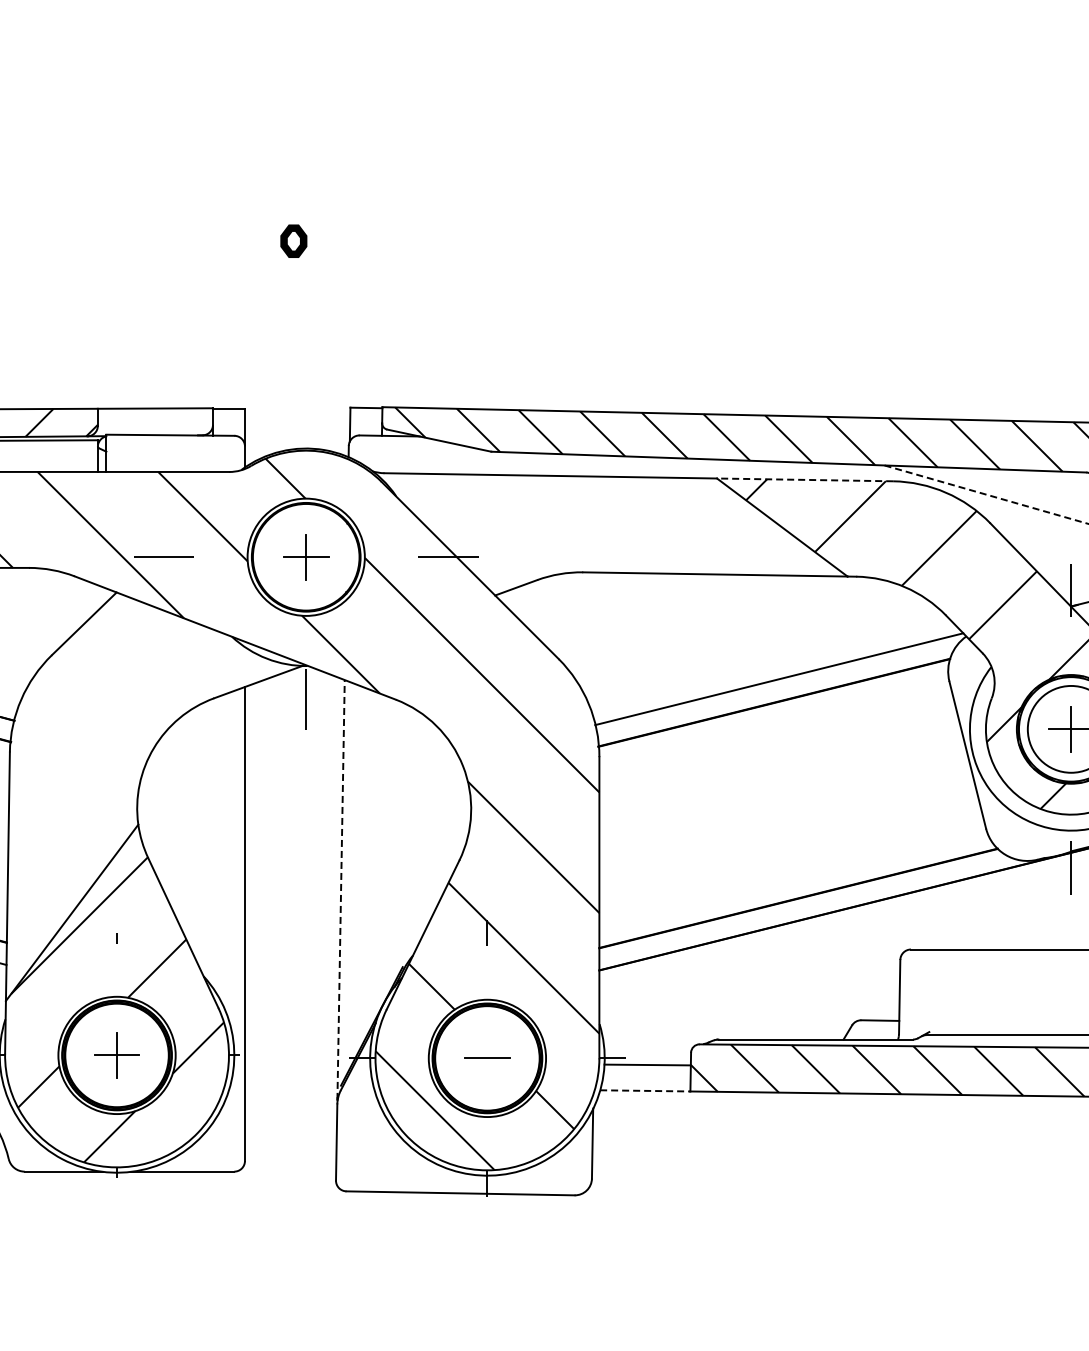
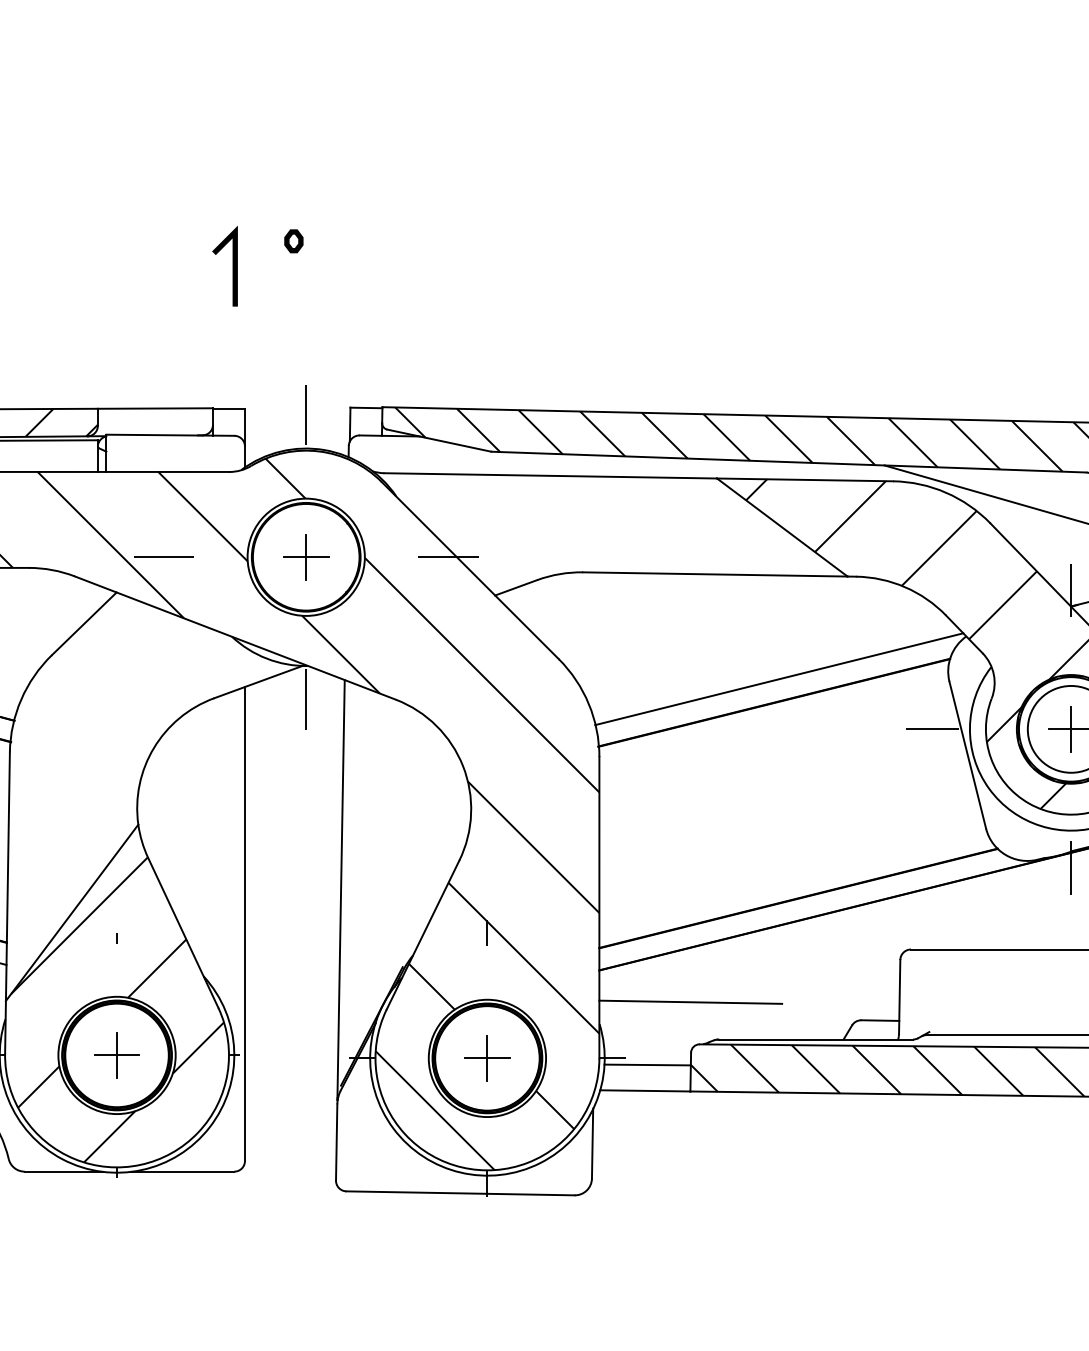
part at (293, 240) size: 28x34 px -> 20x25 px
line at (232, 266): none -> present
line at (306, 414): none -> present
line at (804, 479): dashed -> solid
line at (986, 494): dashed -> solid
line at (932, 729): none -> present
line at (341, 889): dashed -> solid
line at (690, 1001): none -> present
line at (487, 1058): none -> present
line at (645, 1090): dashed -> solid
